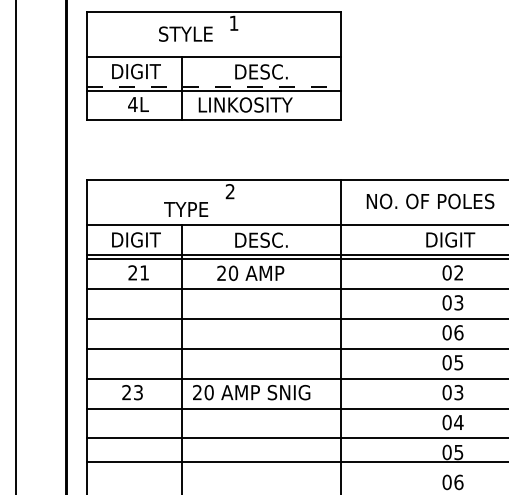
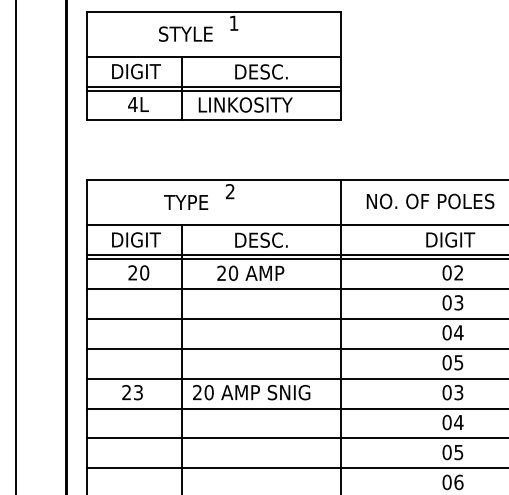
line at (214, 86): dashed -> solid
text at (186, 209) position: (186, 209) -> (186, 202)
text at (144, 272): 21 -> 20
text at (458, 332): 06 -> 04
line at (296, 462) position: (296, 462) -> (296, 468)
